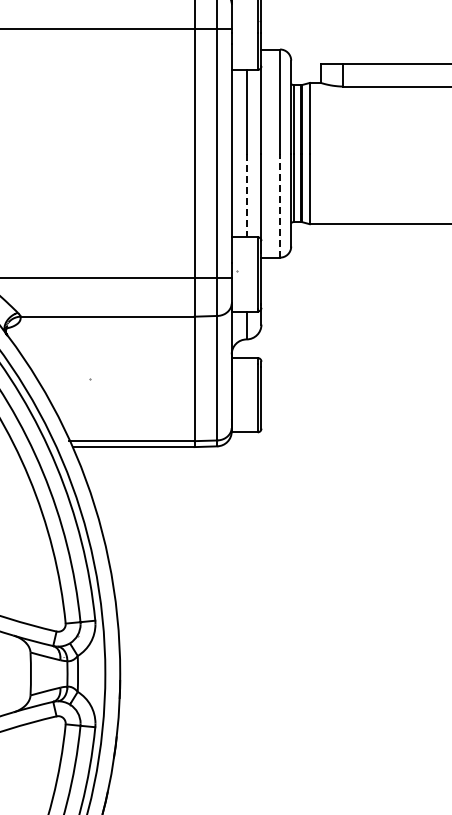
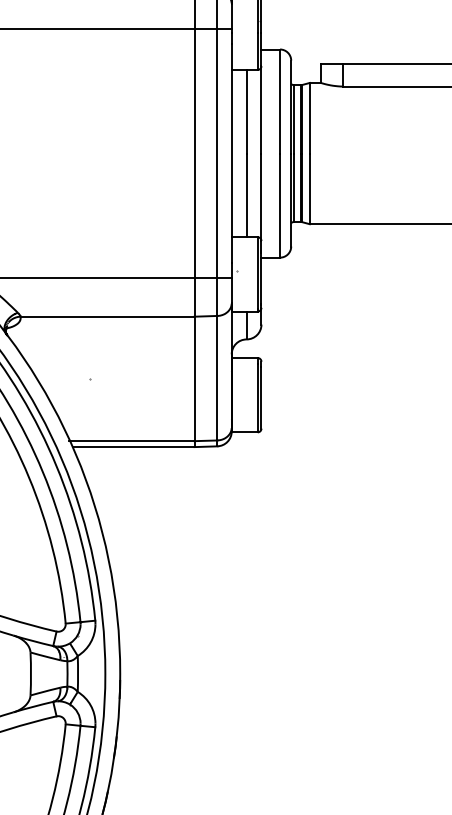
line at (246, 195): dashed -> solid
line at (280, 205): dashed -> solid
